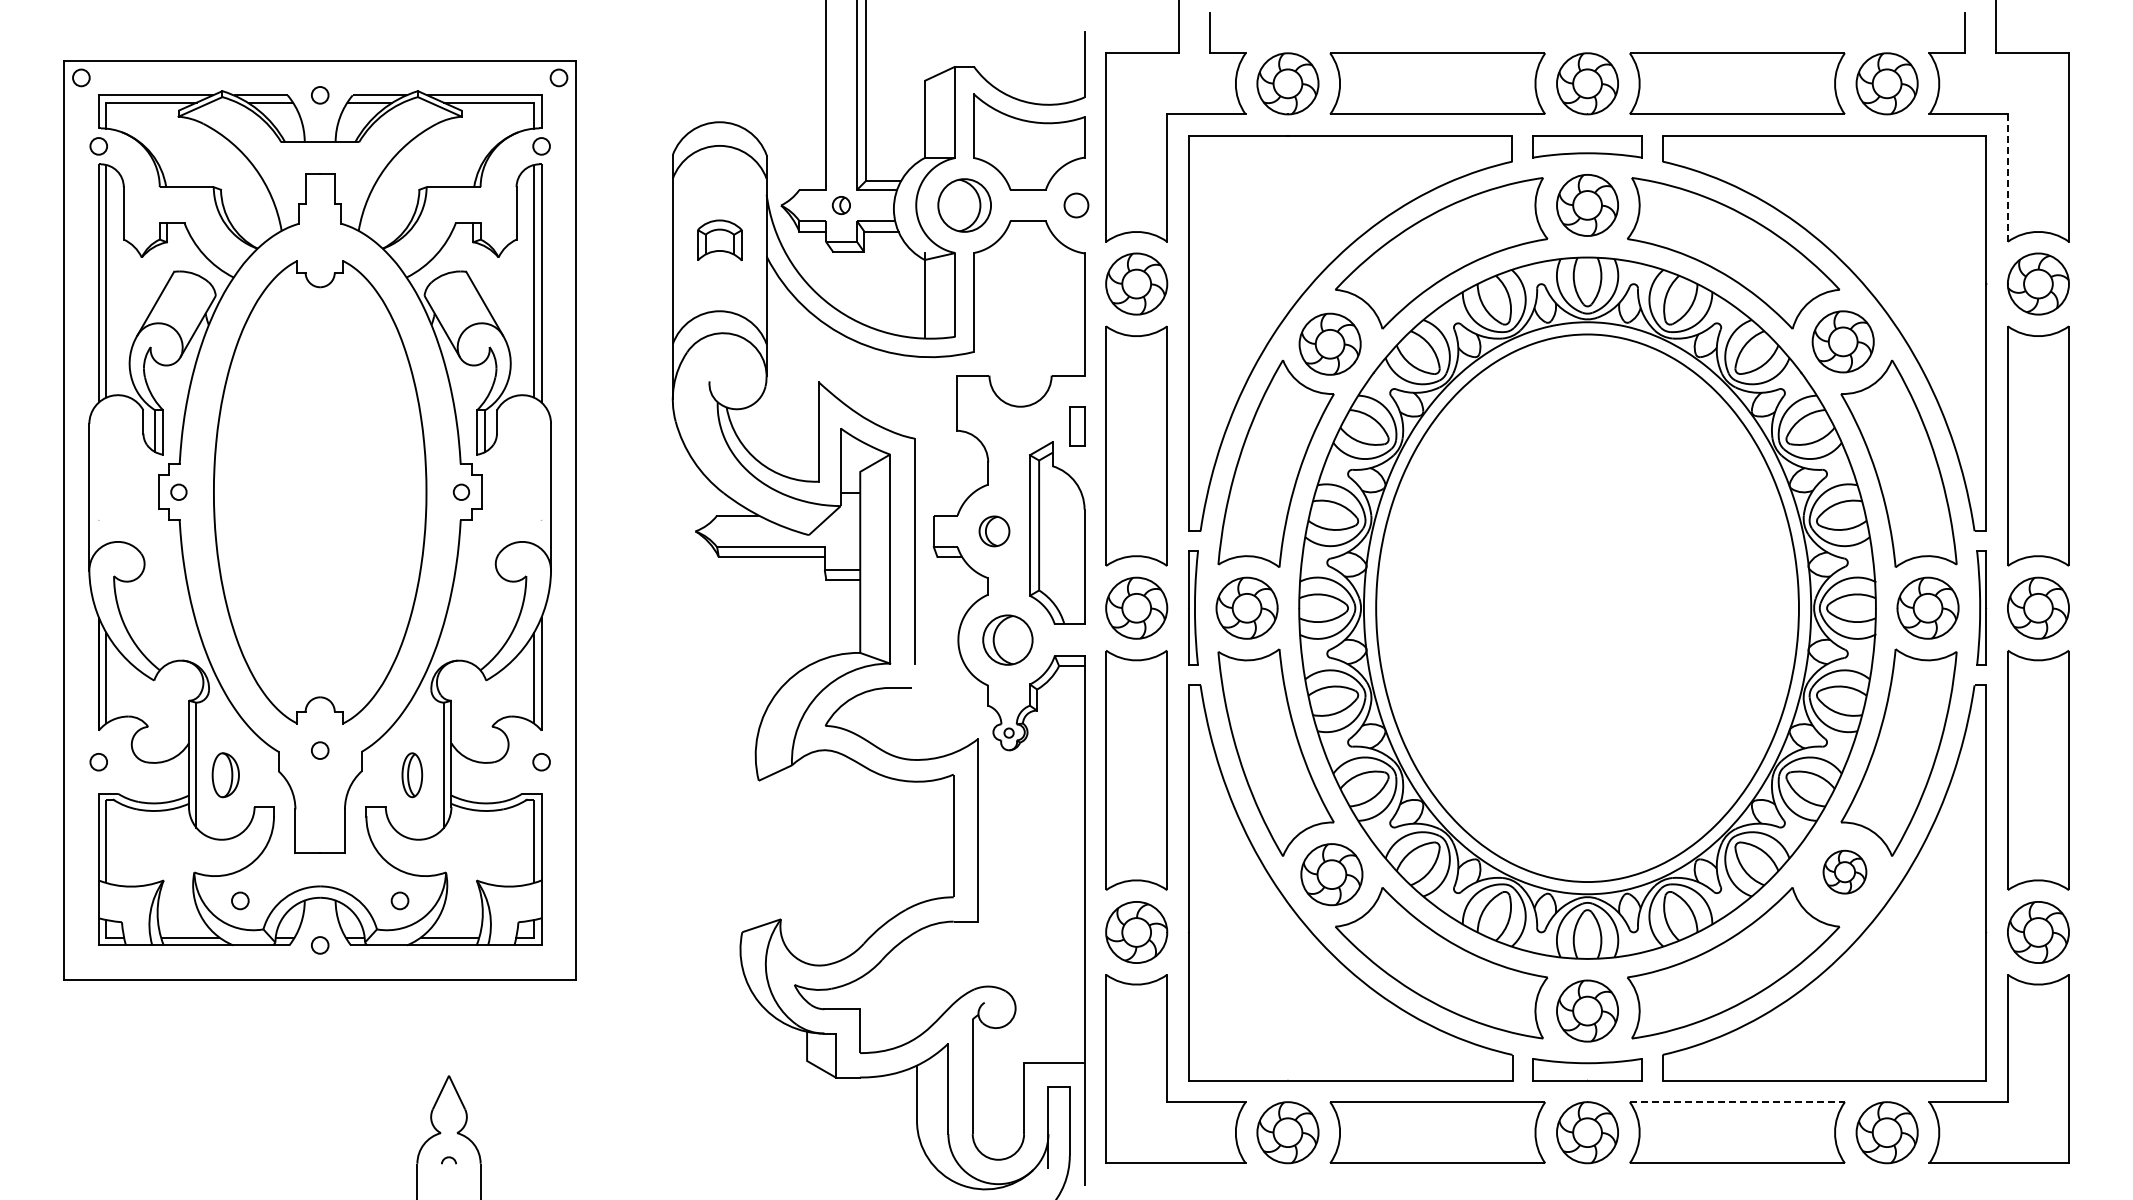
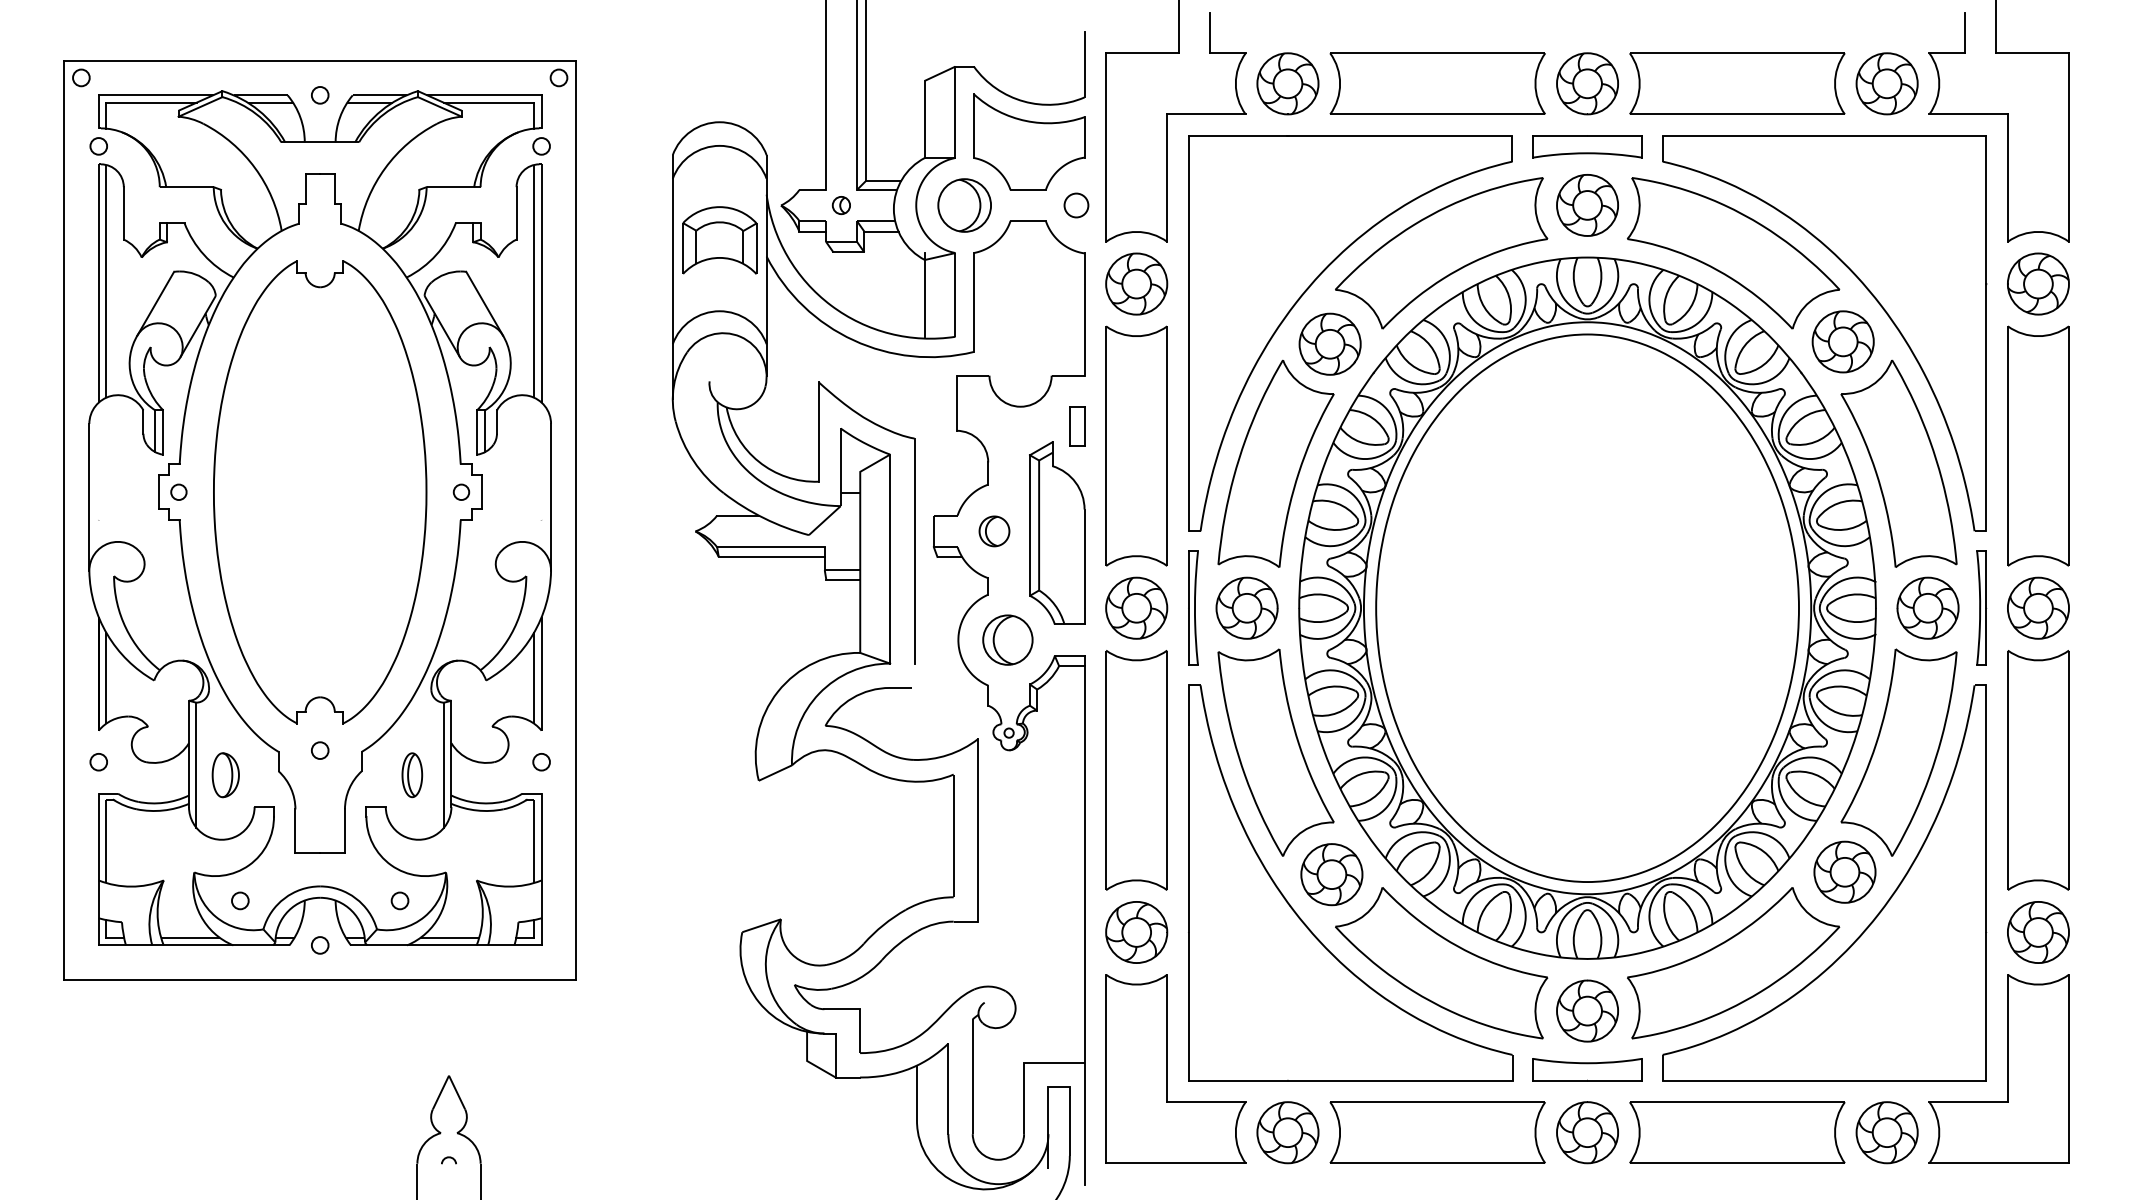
line at (2007, 178): dashed -> solid
part at (719, 240) size: 46x43 px -> 76x69 px
part at (1844, 871) size: 46x46 px -> 64x64 px
line at (1737, 1102): dashed -> solid
